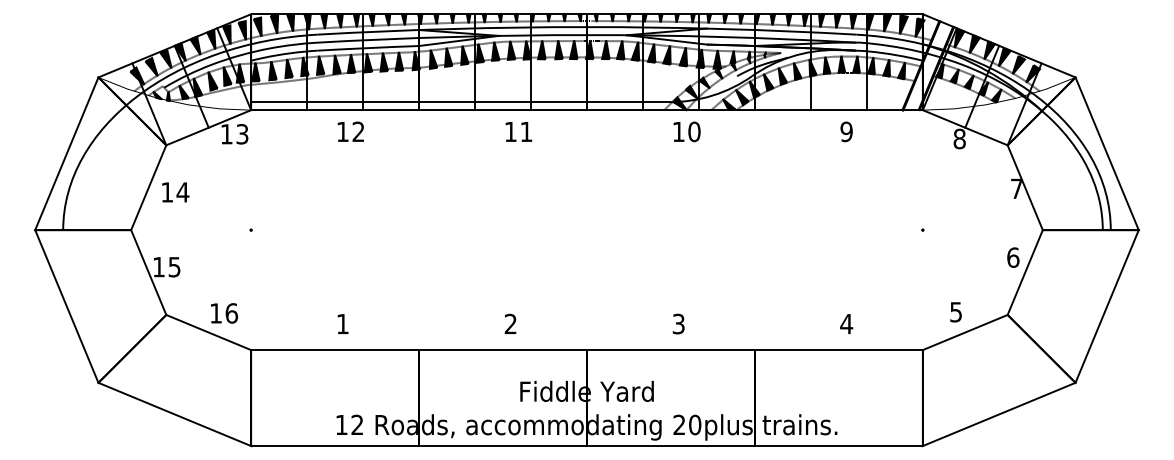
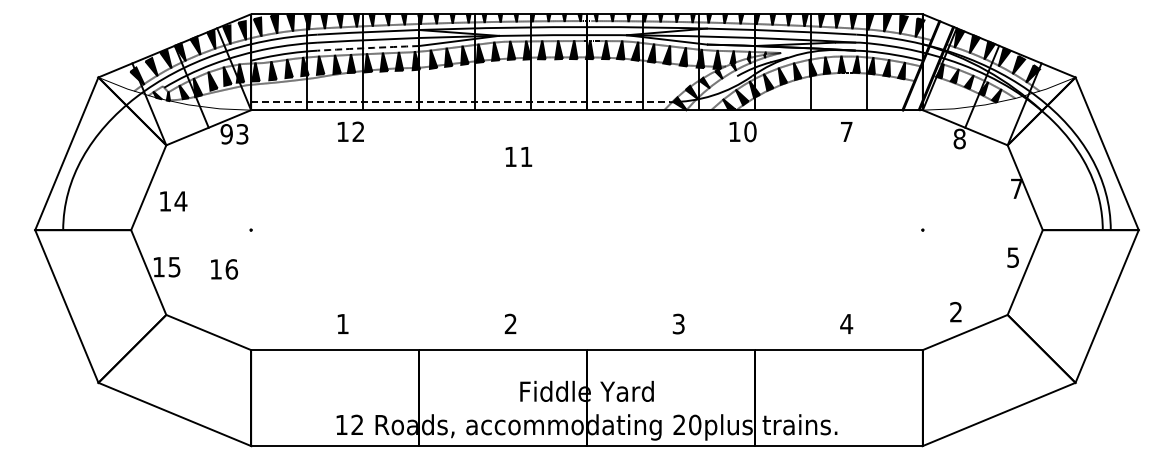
arc at (368, 48): solid -> dashed
line at (460, 102): solid -> dashed
text at (518, 131) position: (518, 131) -> (518, 156)
text at (686, 131) position: (686, 131) -> (742, 131)
text at (846, 131): 9 -> 7
text at (226, 134): 13 -> 93
text at (175, 192) position: (175, 192) -> (173, 201)
text at (1013, 257): 6 -> 5
text at (955, 311): 5 -> 2
text at (224, 313) position: (224, 313) -> (224, 269)
